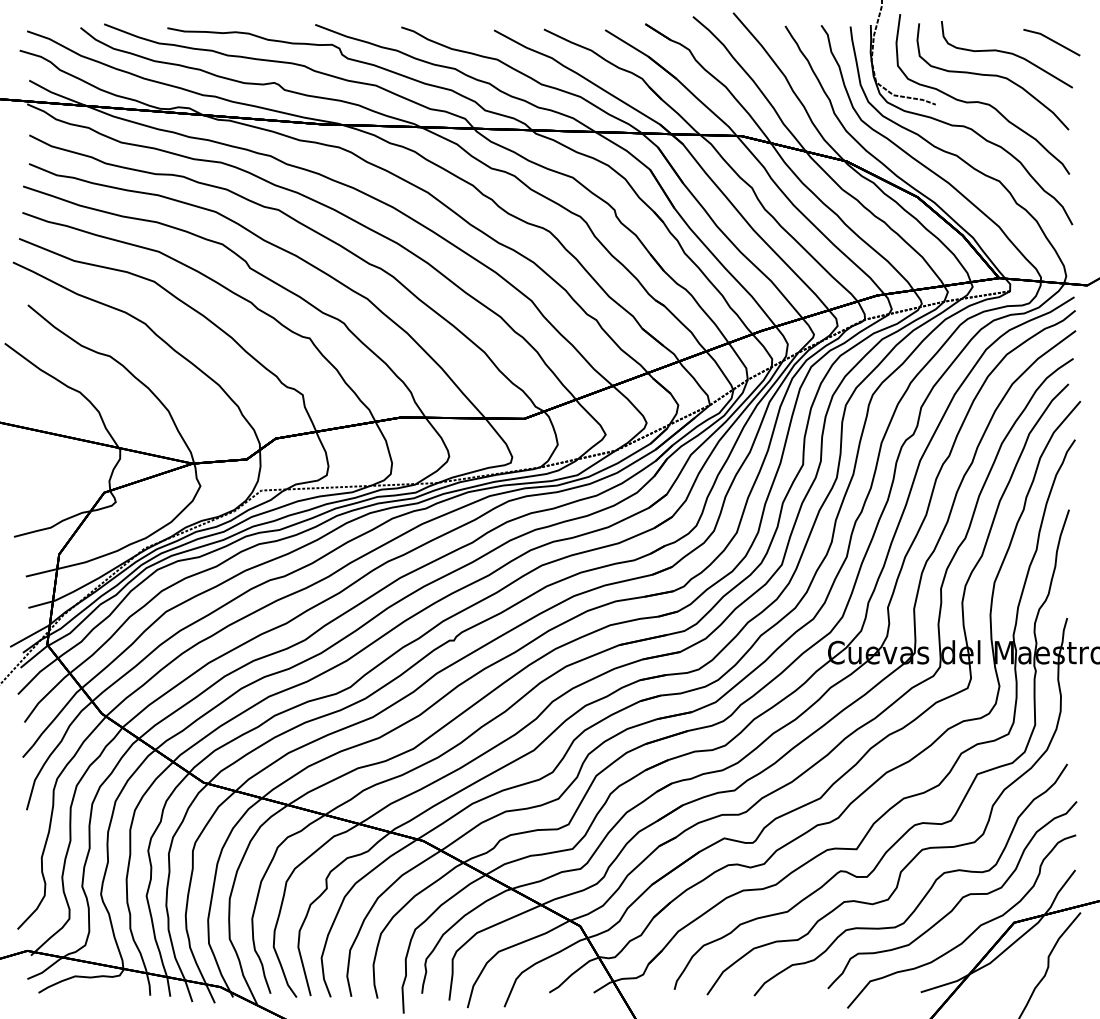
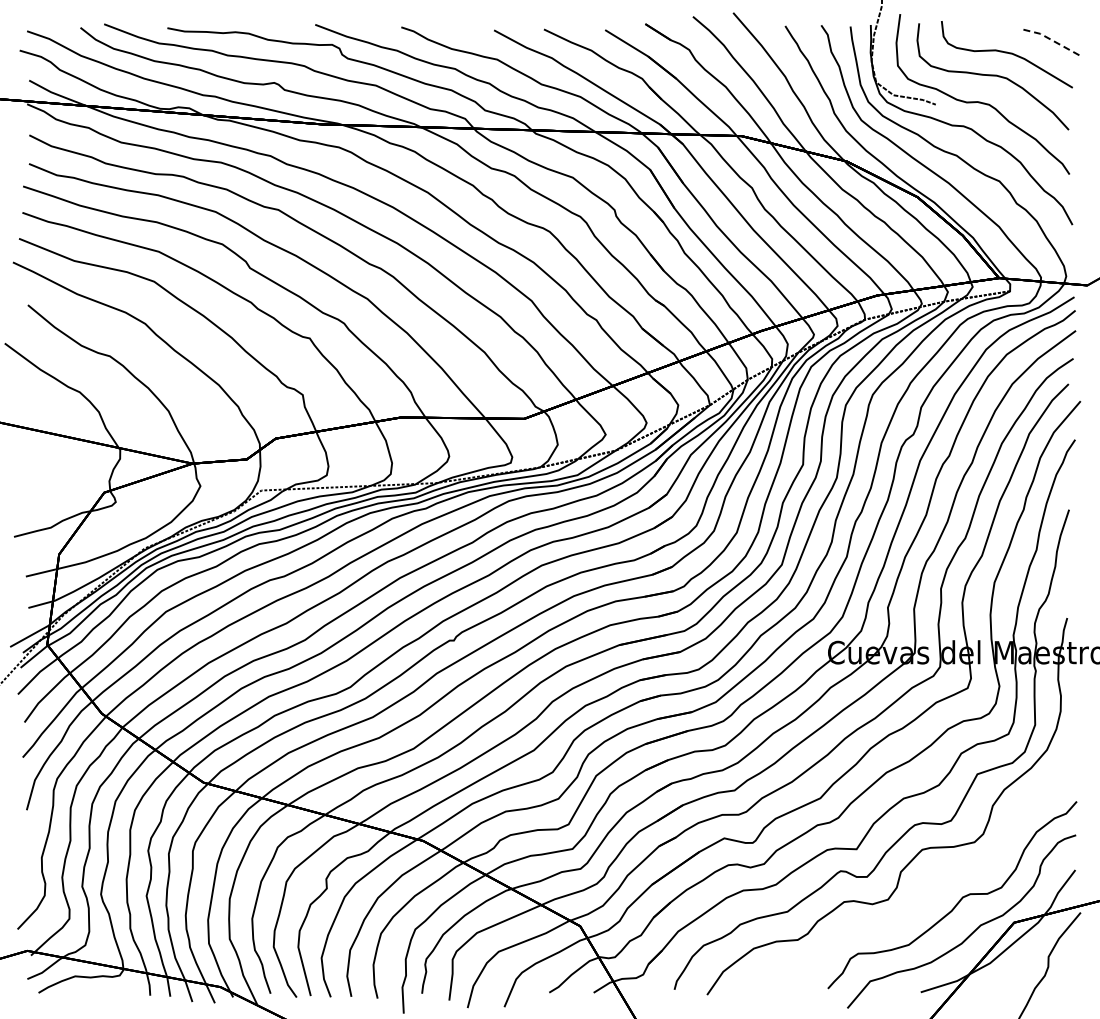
line at (1052, 40): solid -> dashed
curve at (928, 889): present -> none
